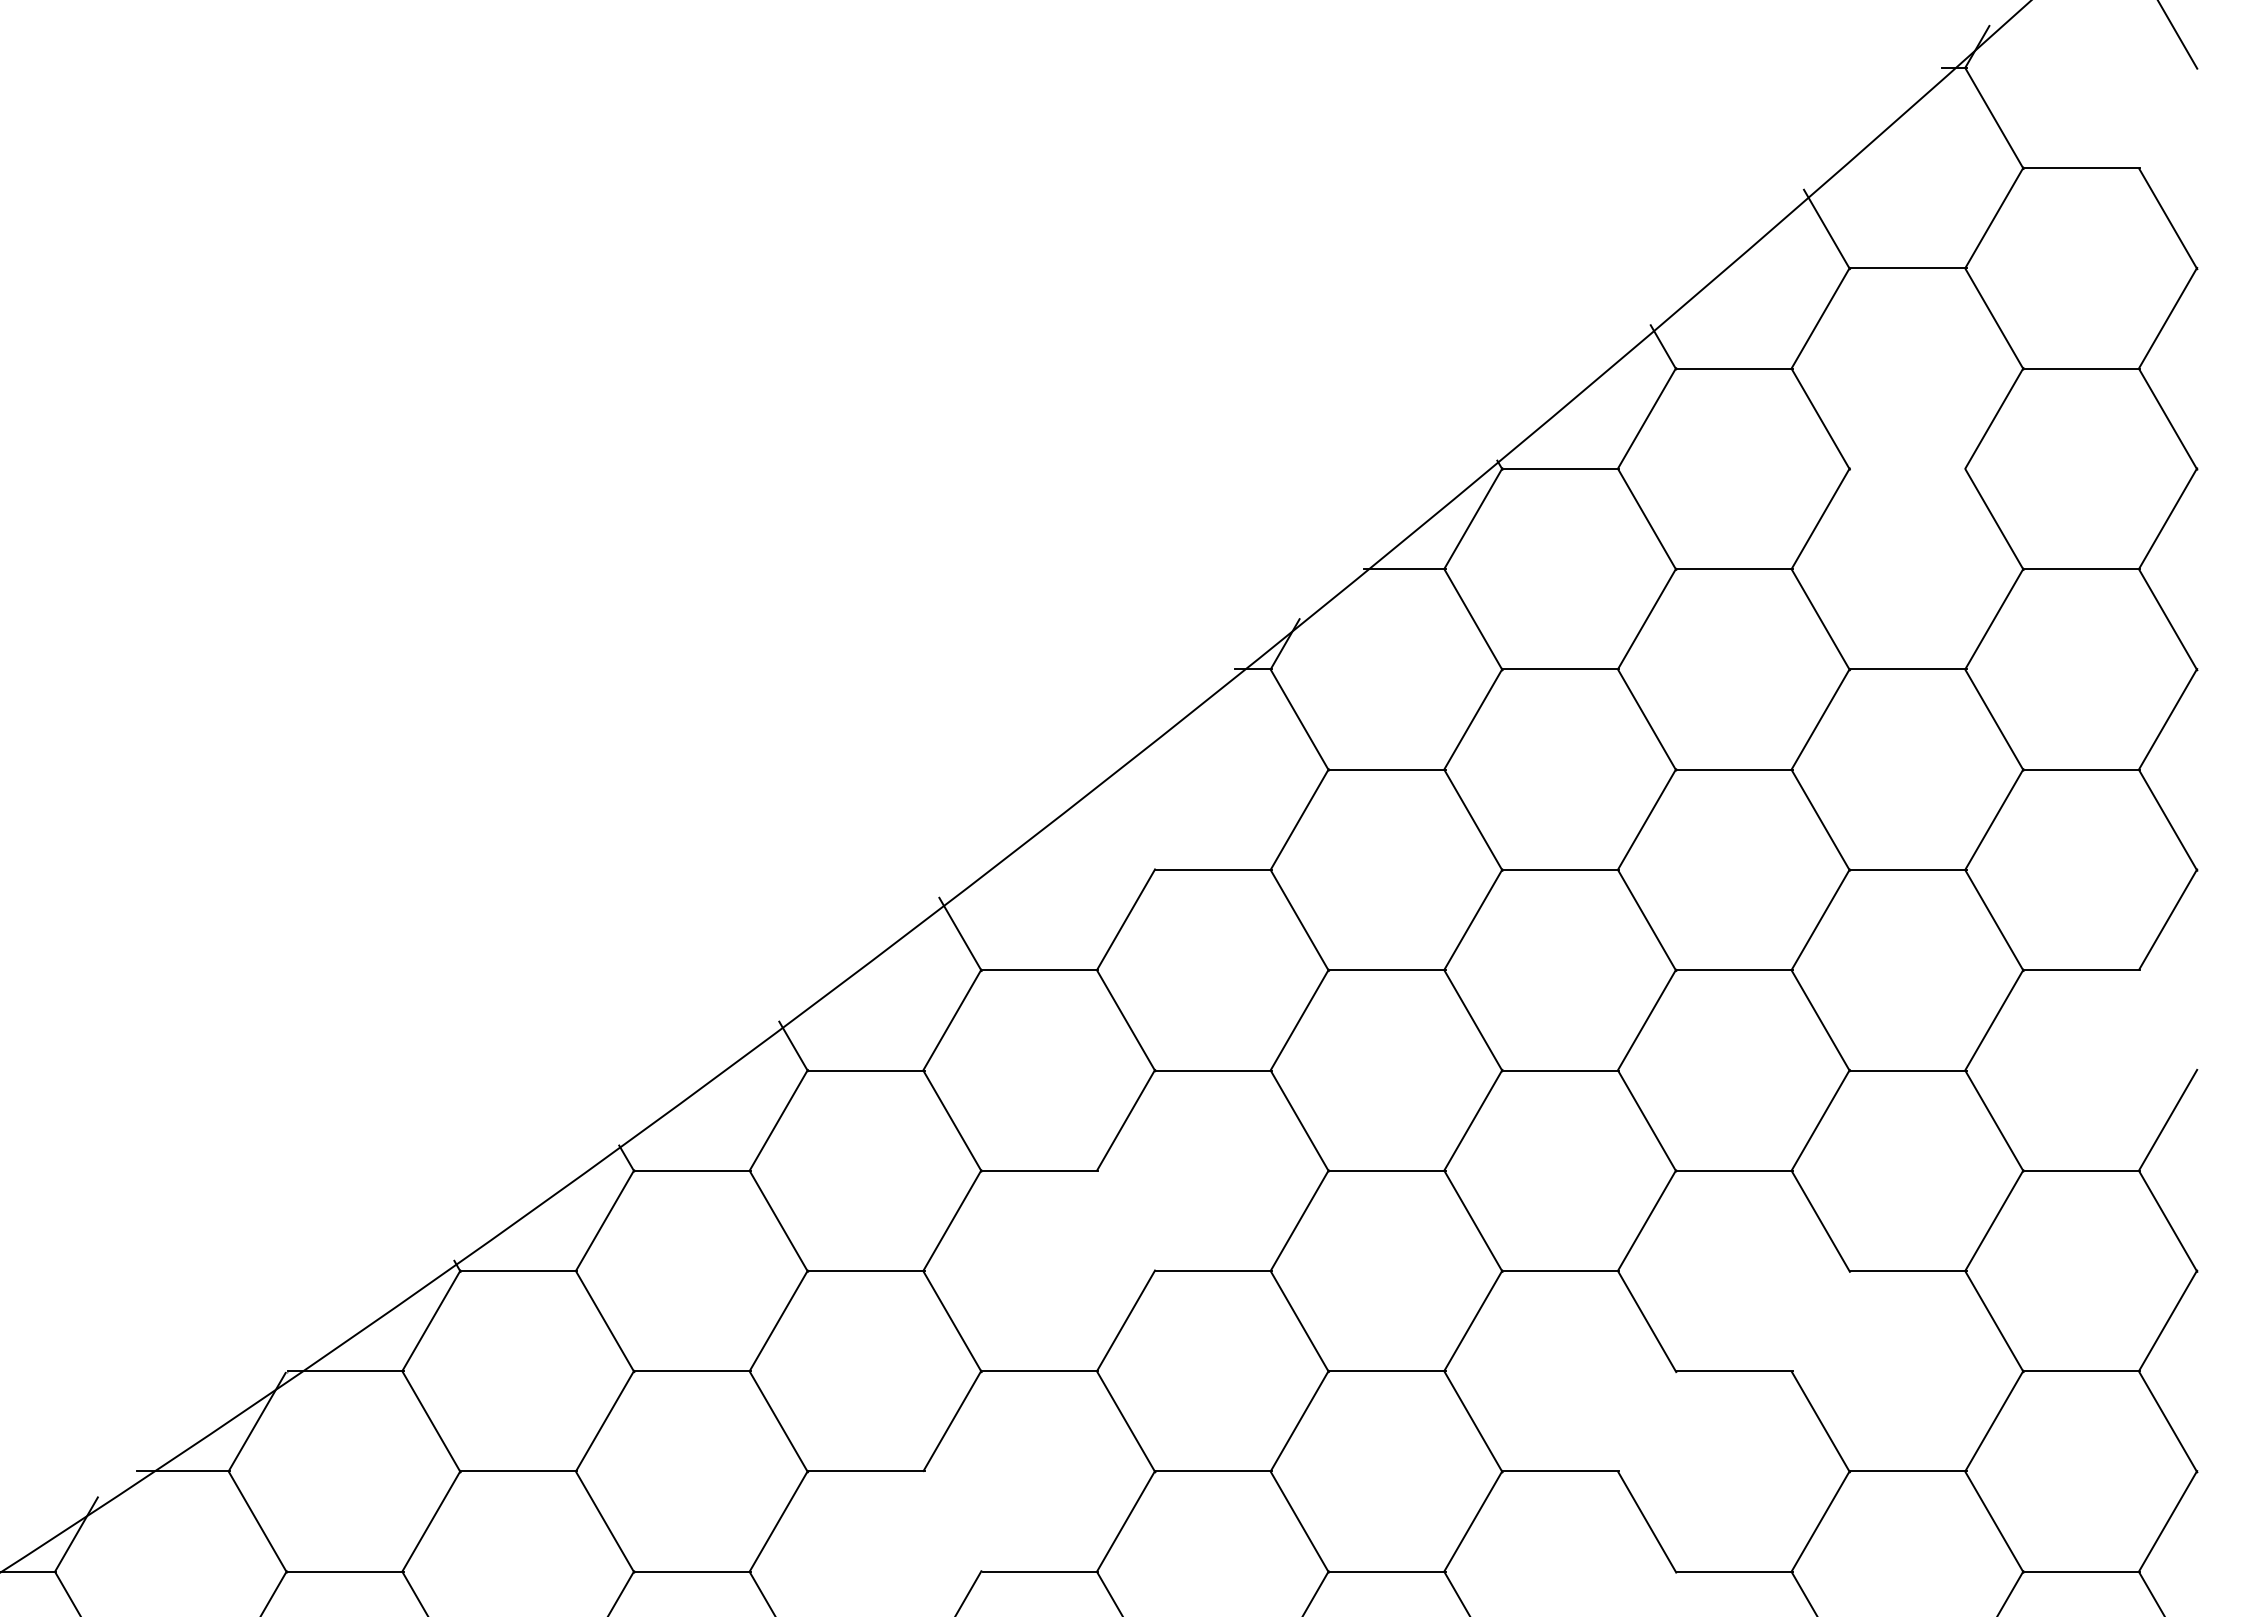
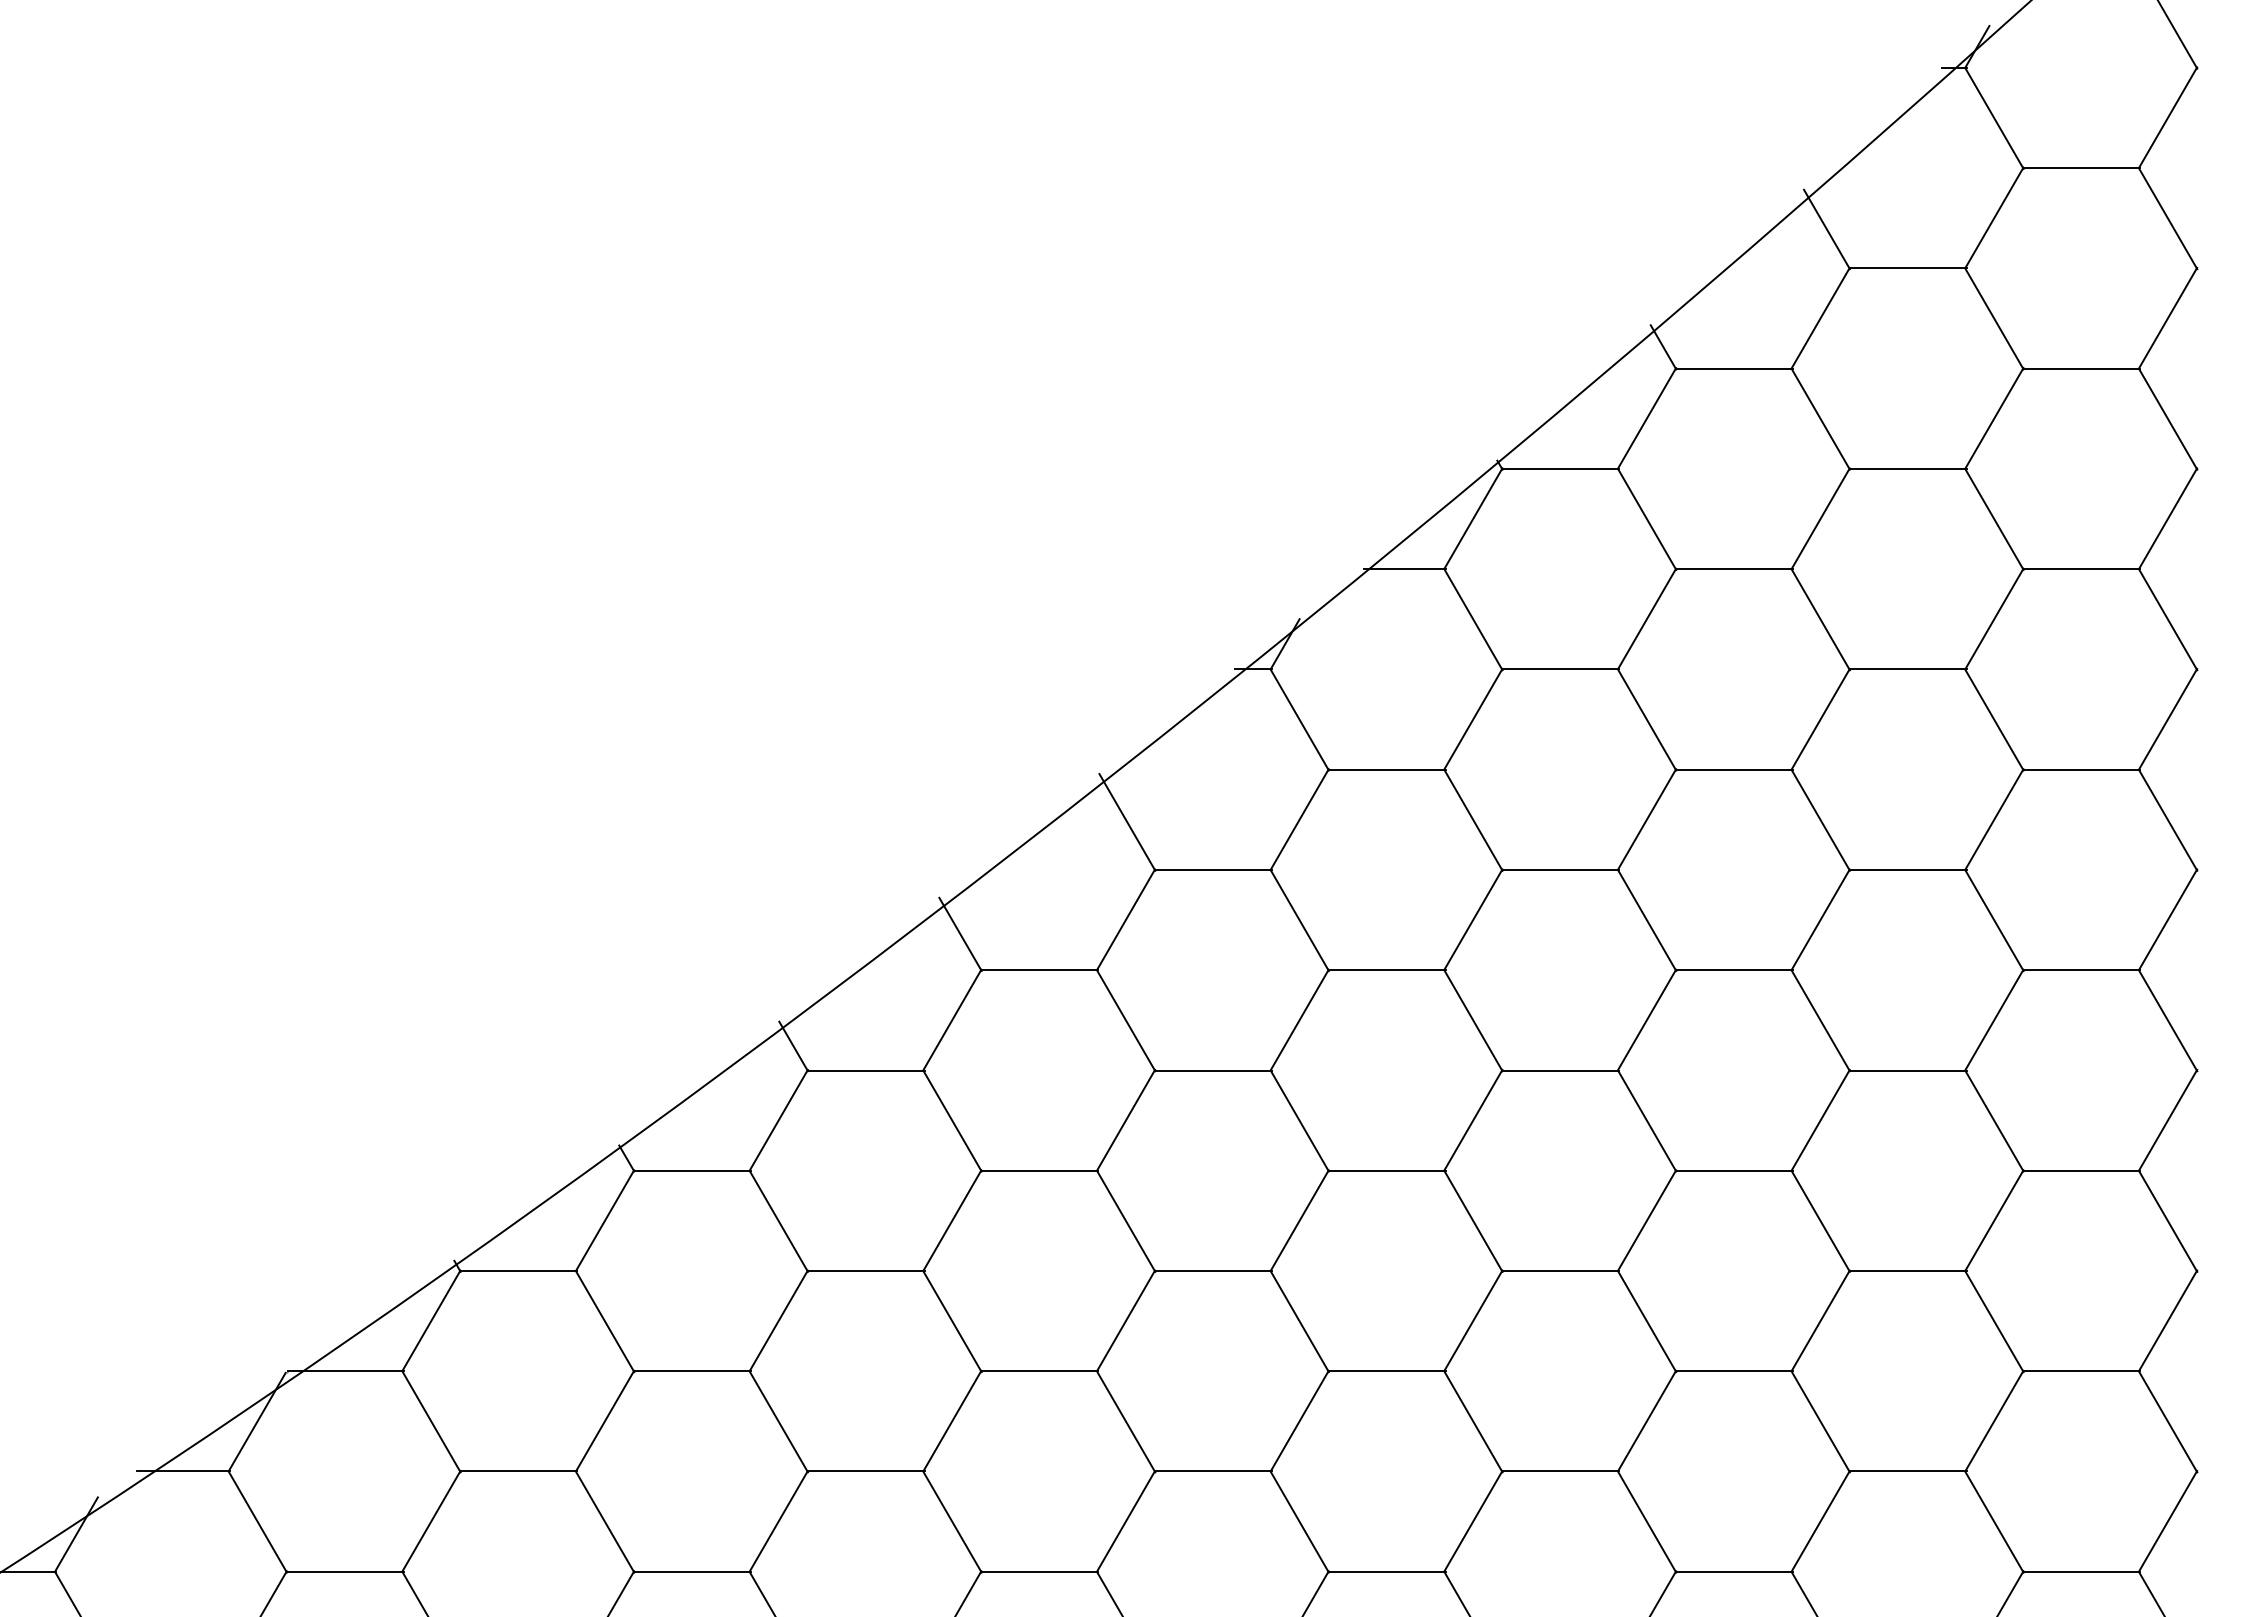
line at (2168, 117): none -> present
line at (1908, 468): none -> present
line at (1127, 821): none -> present
line at (2168, 1020): none -> present
line at (1126, 1221): none -> present
line at (1820, 1320): none -> present
line at (1647, 1420): none -> present
line at (952, 1522): none -> present
line at (1663, 1592): none -> present
